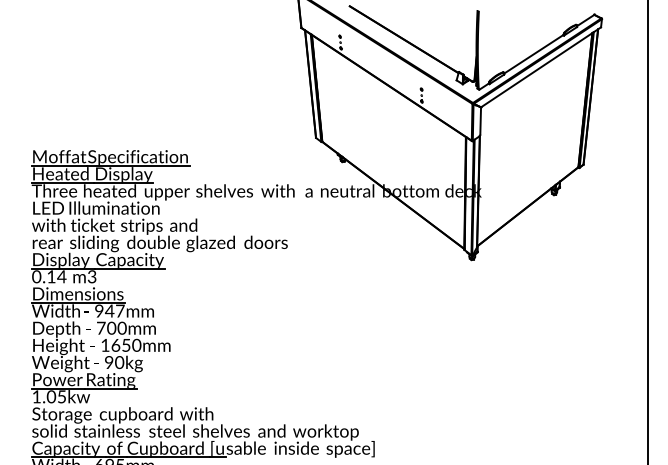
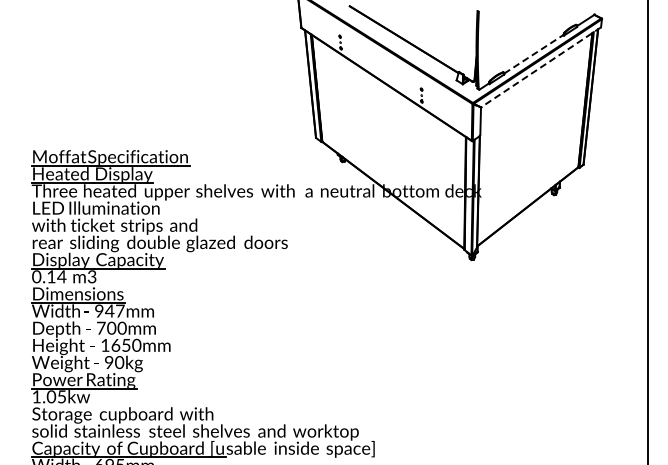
line at (534, 53): solid -> dashed
line at (540, 67): solid -> dashed
